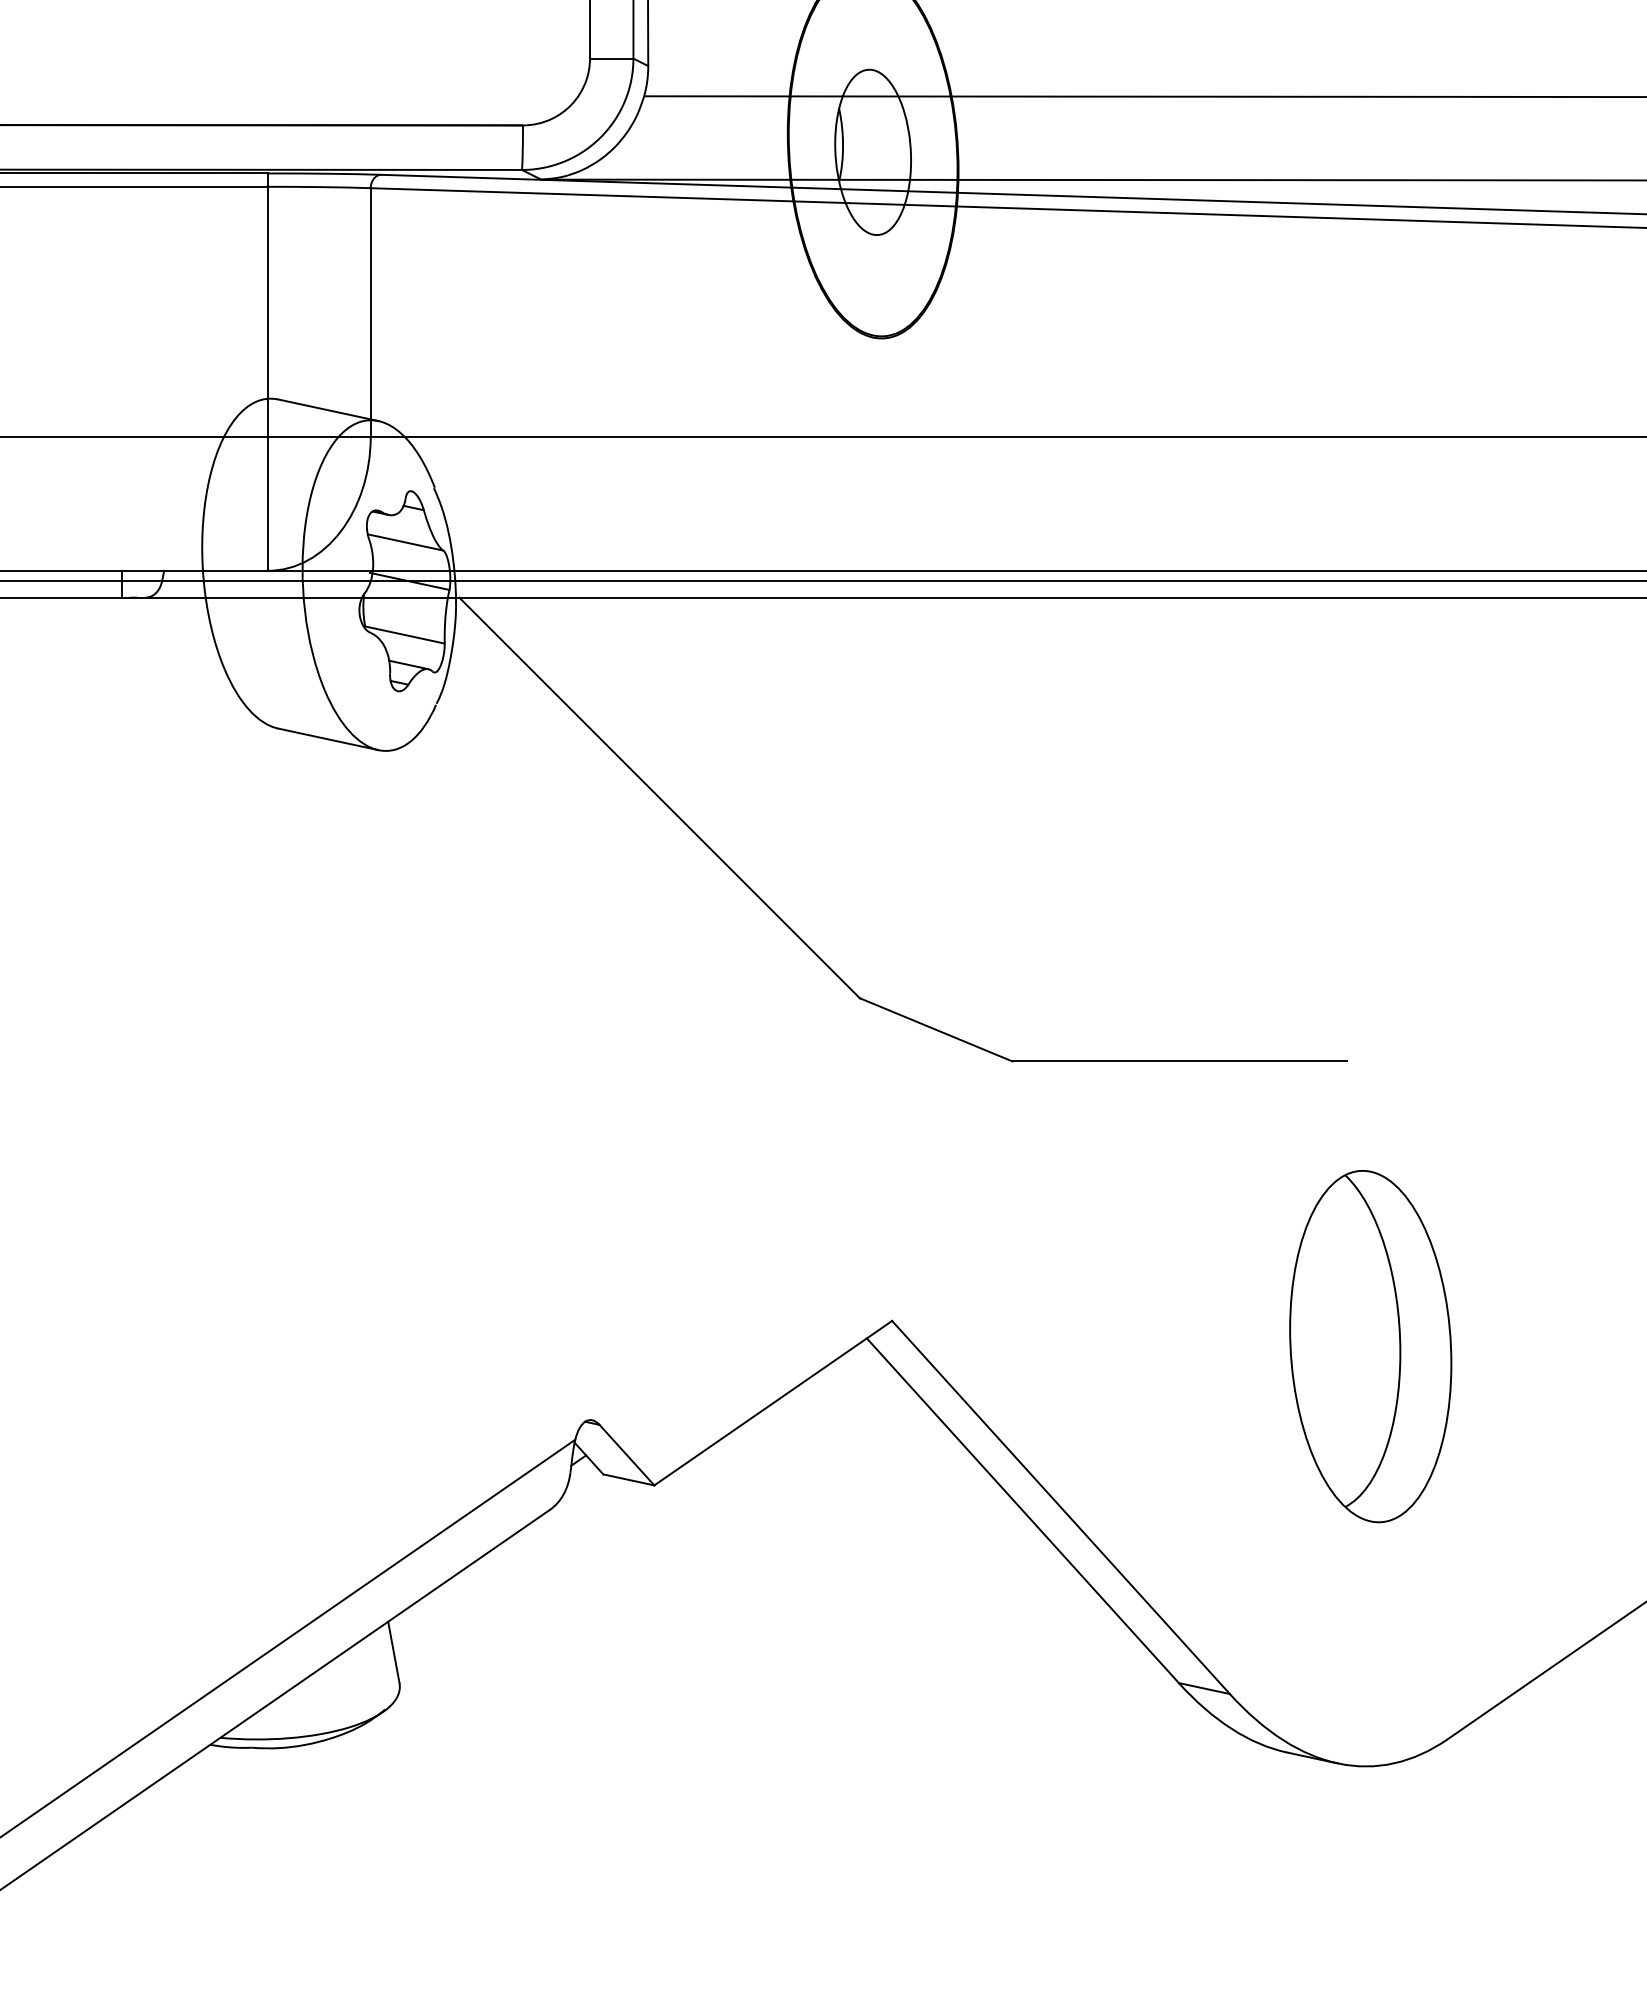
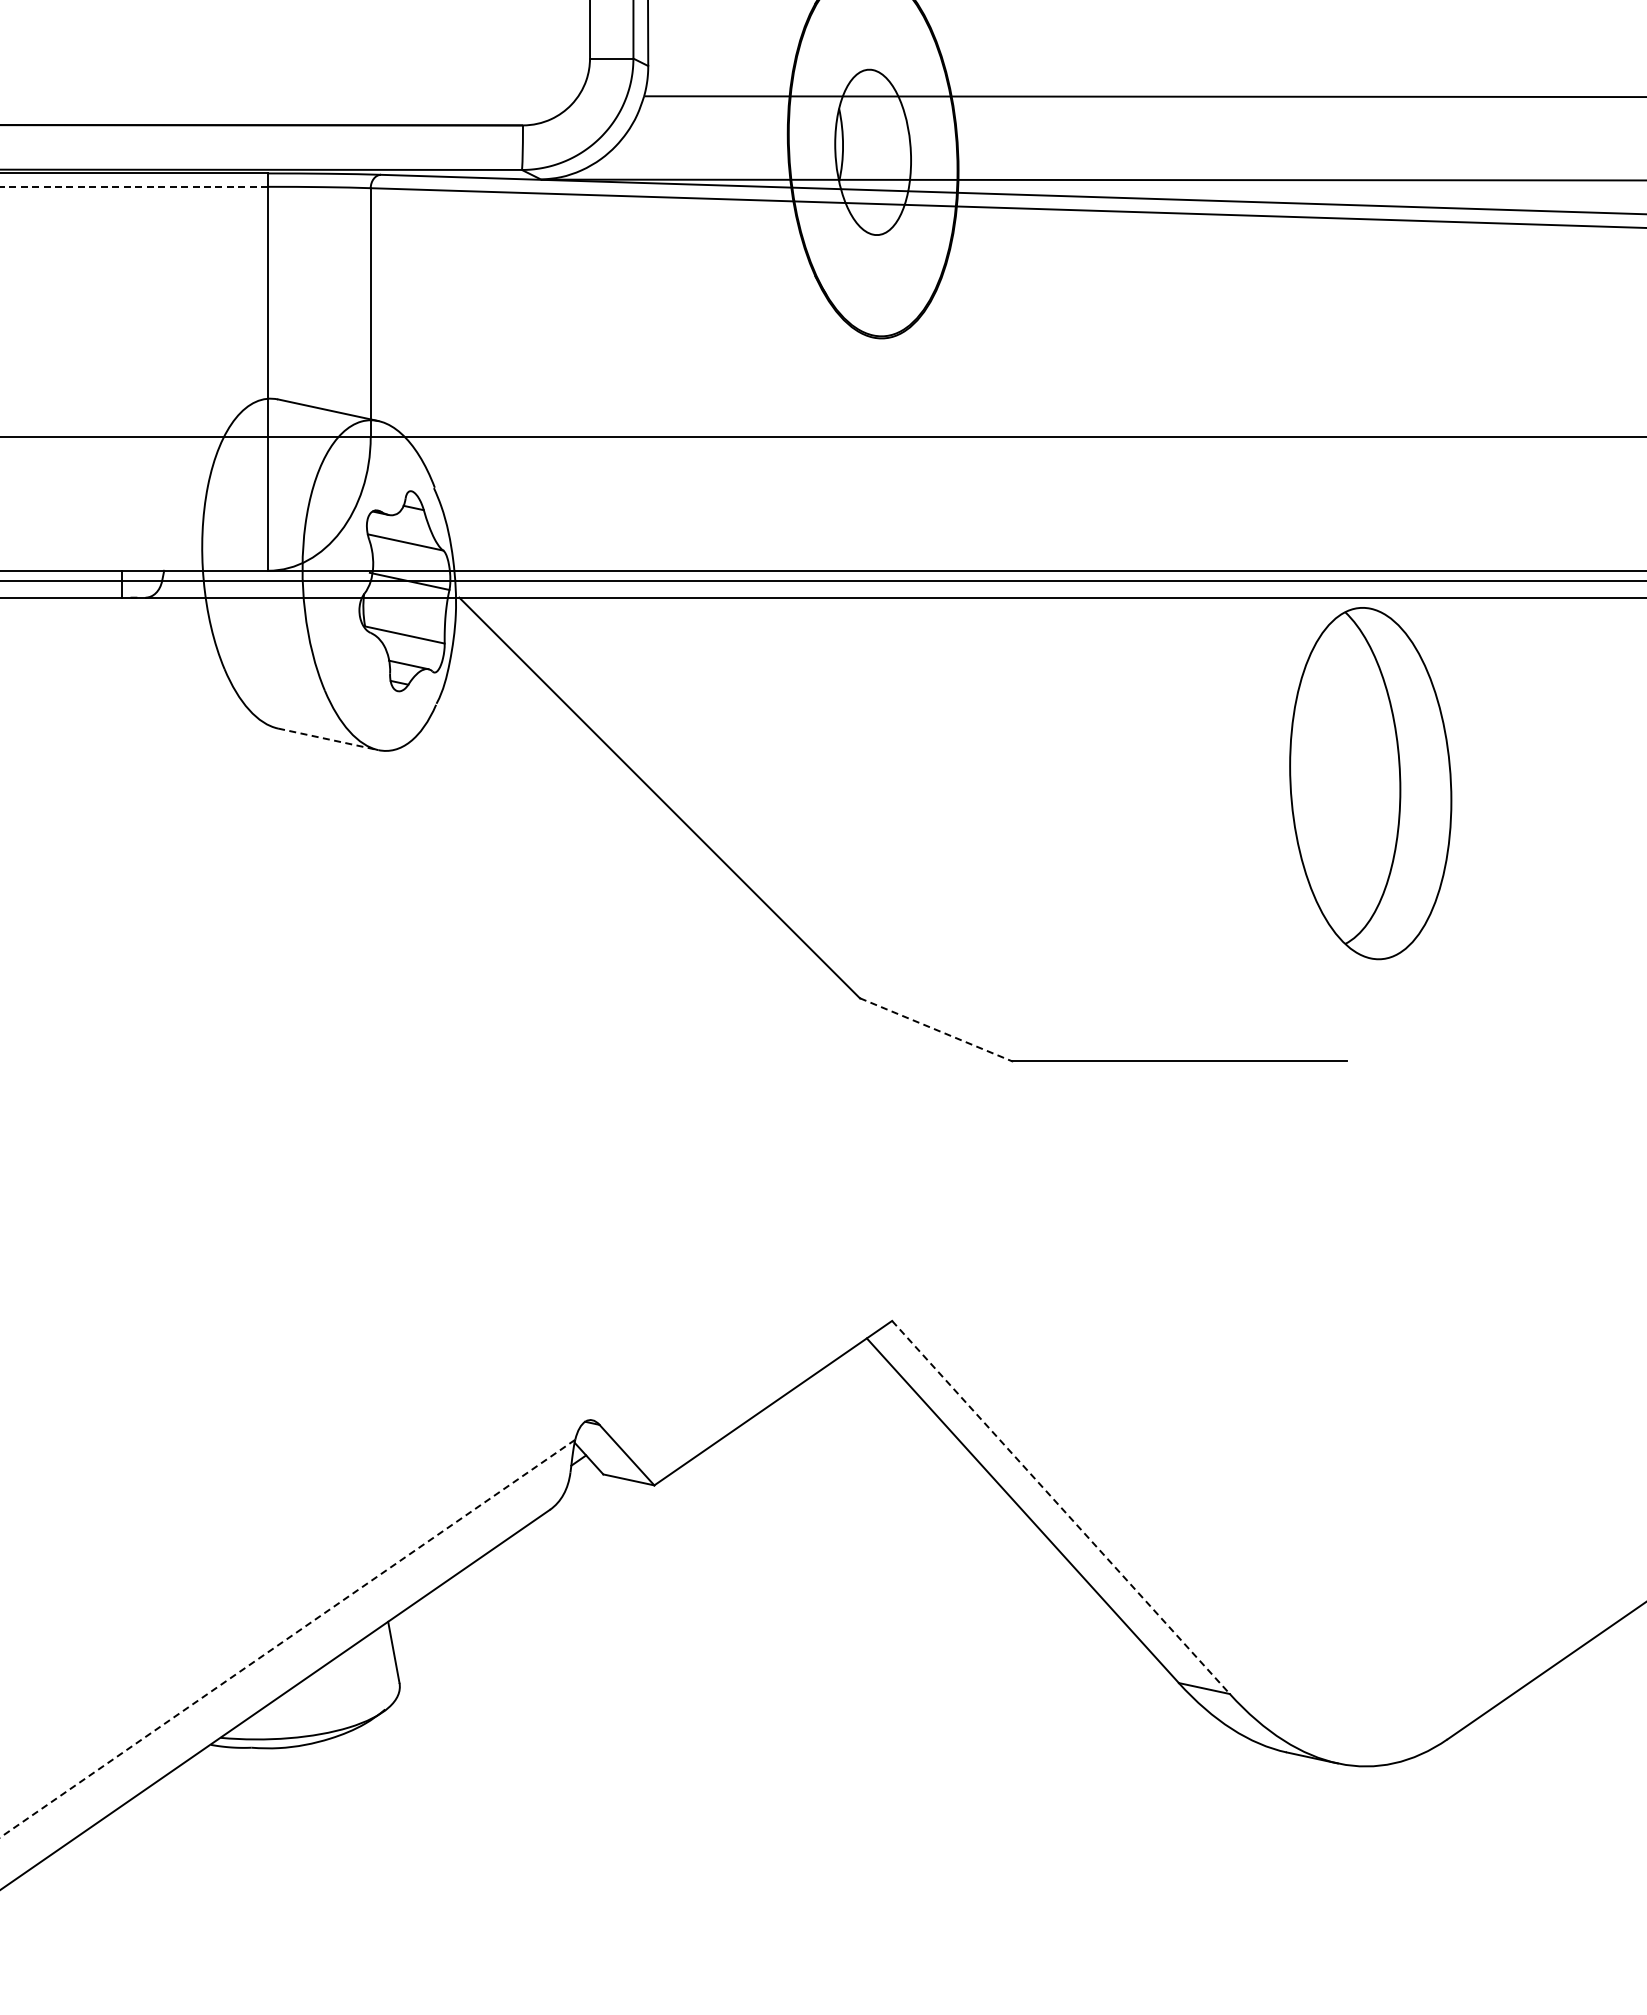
line at (134, 186): solid -> dashed
line at (328, 739): solid -> dashed
line at (936, 1029): solid -> dashed
part at (1370, 1346) position: (1370, 1346) -> (1370, 783)
line at (1061, 1507): solid -> dashed
line at (288, 1638): solid -> dashed
